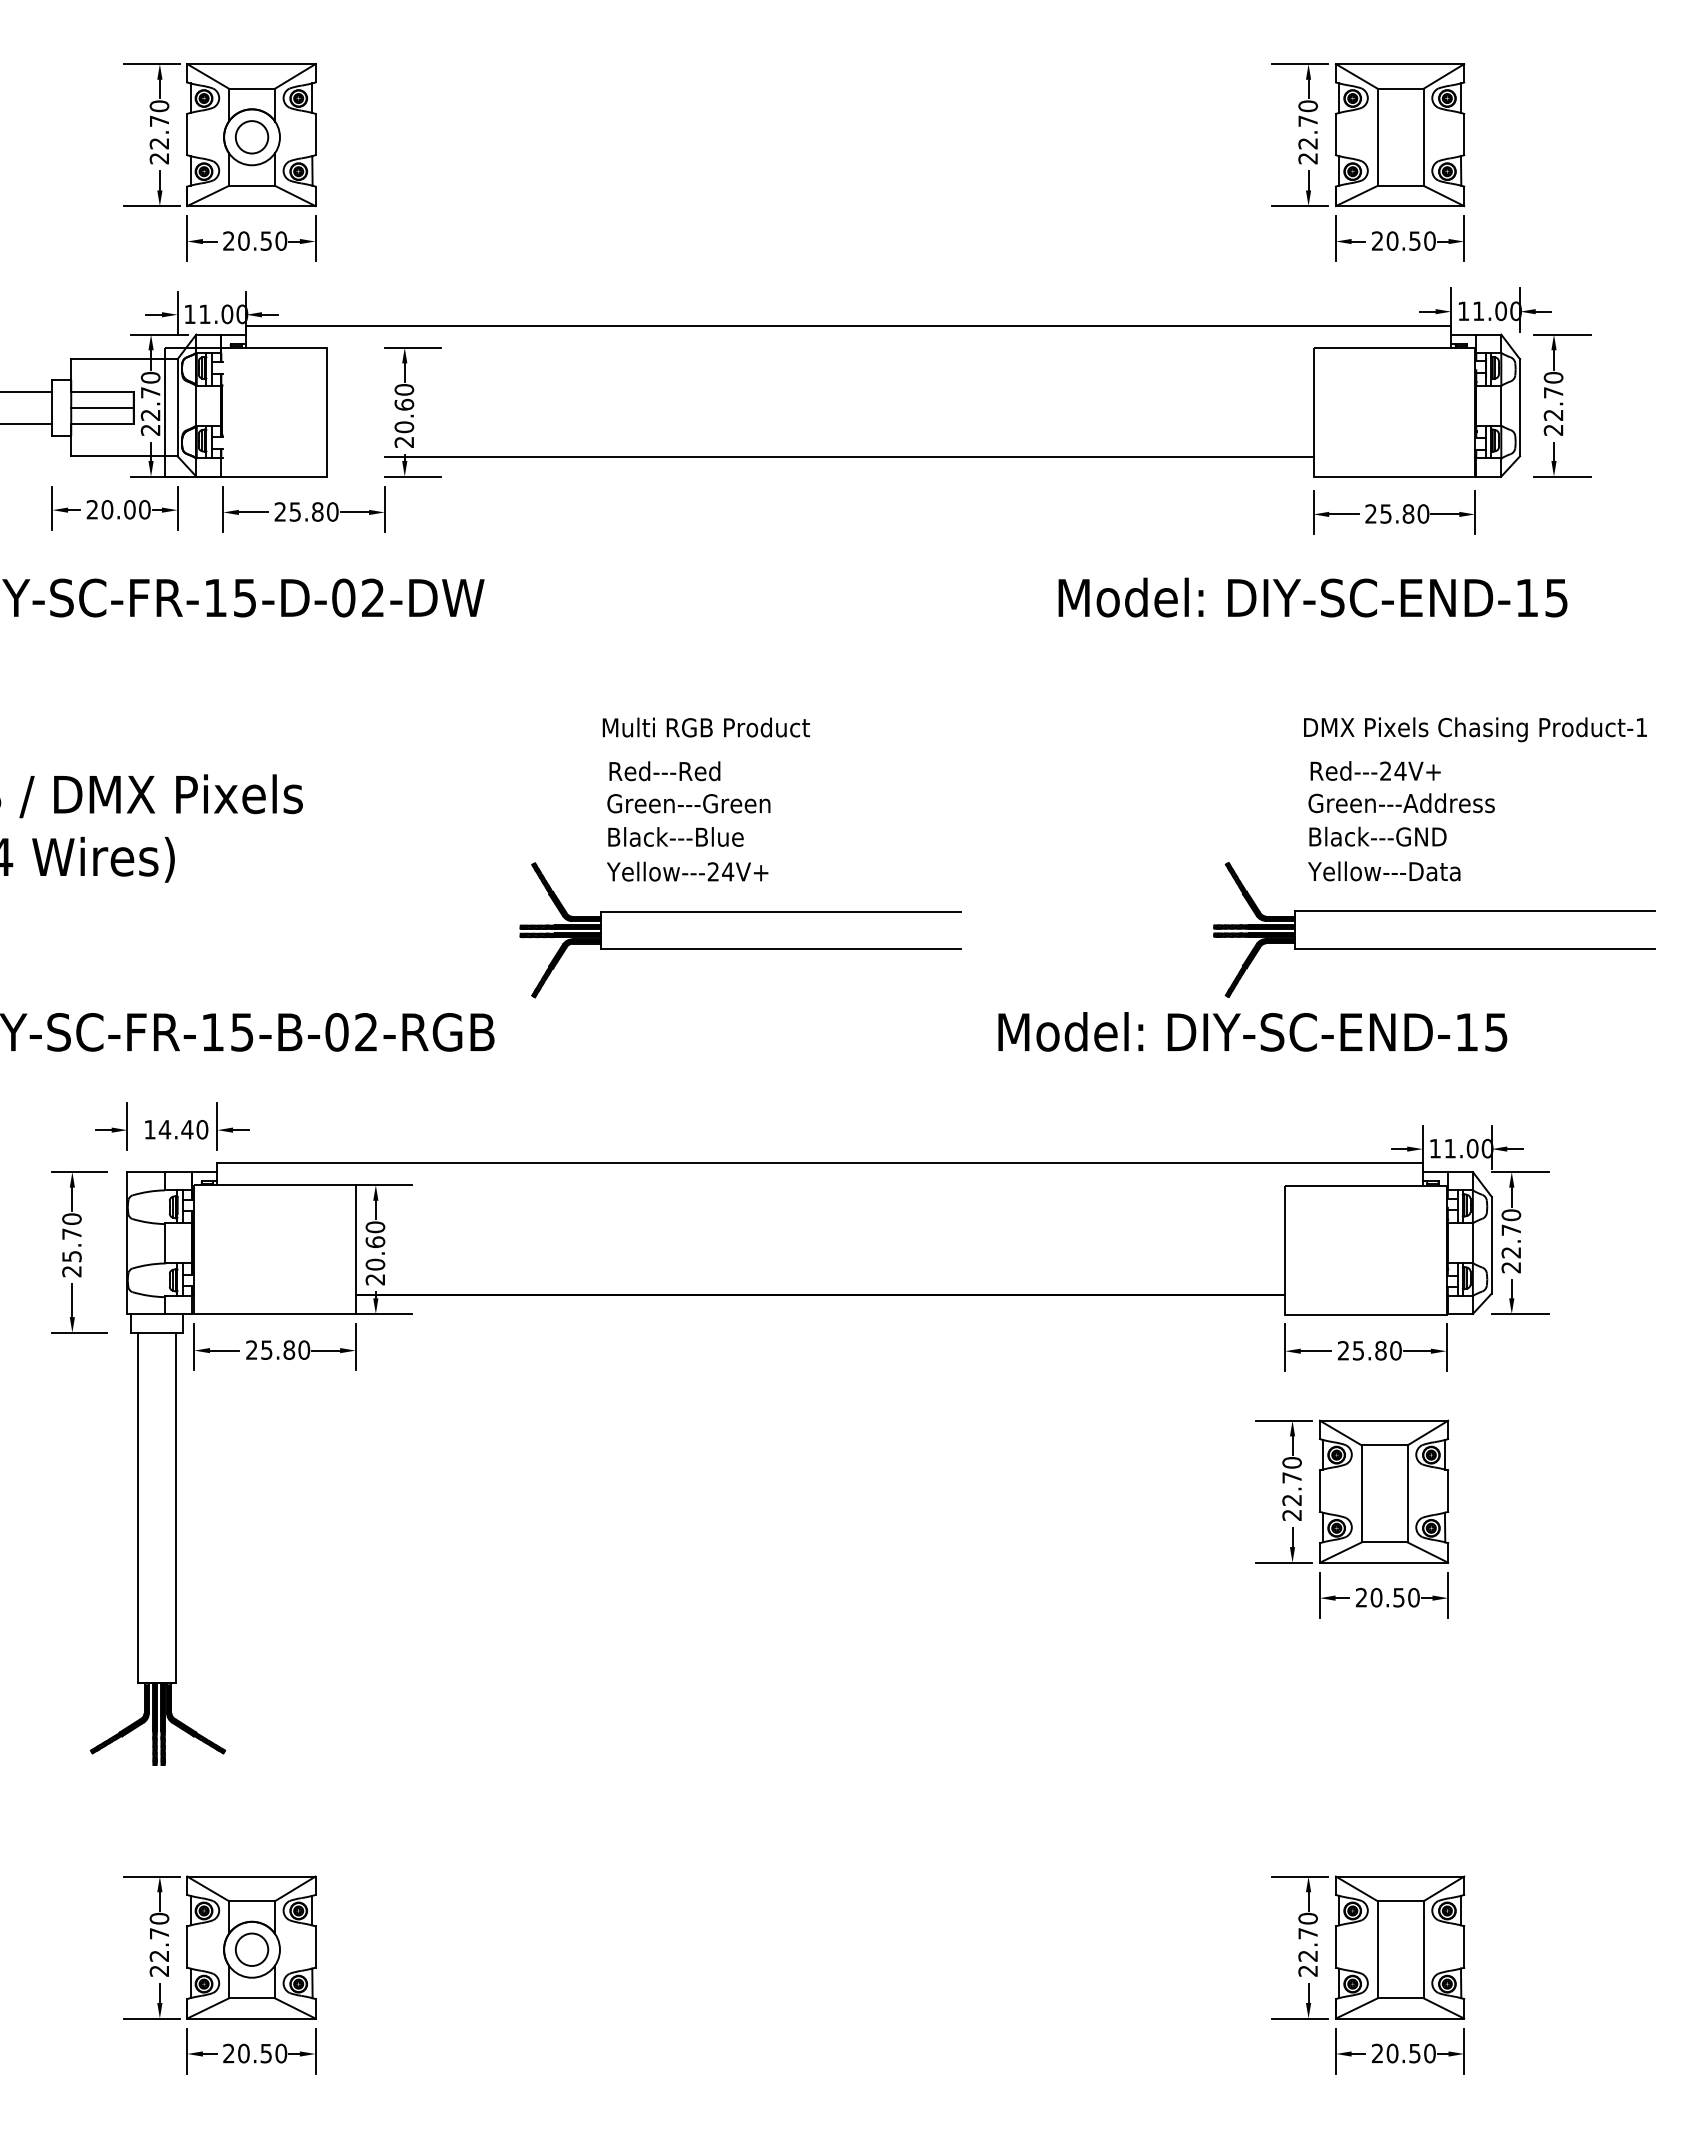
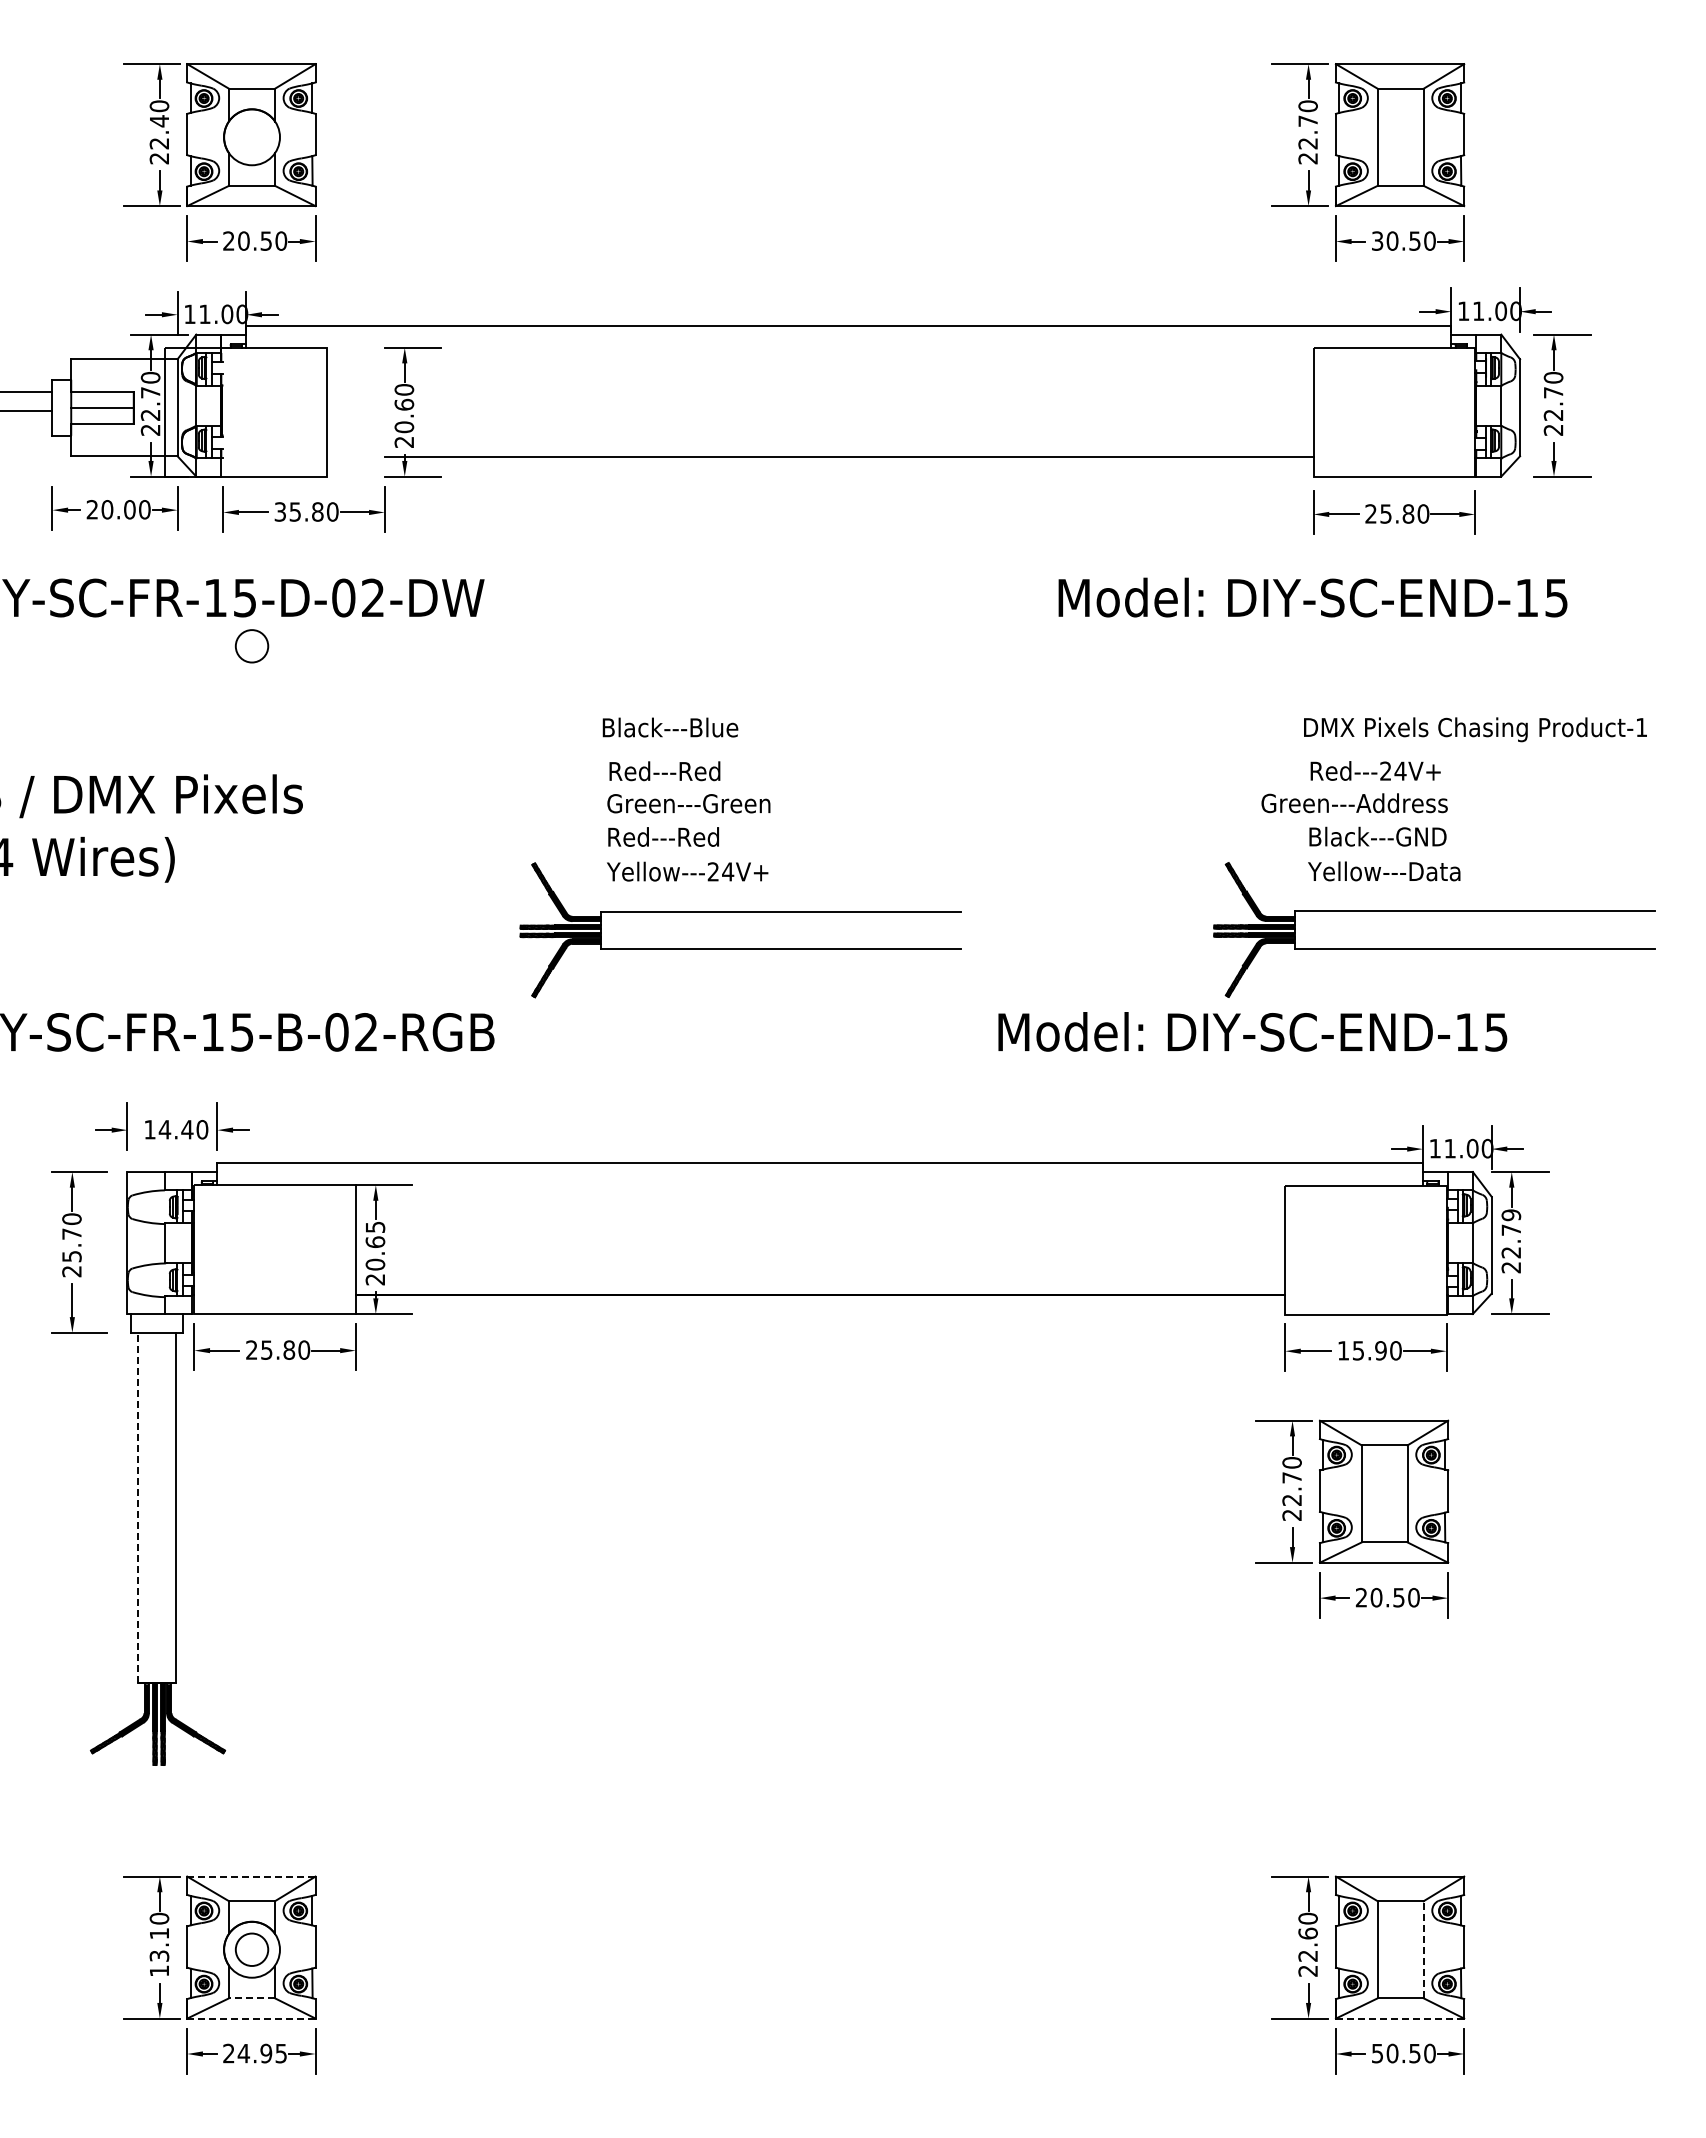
text at (159, 121): 22.70 -> 22.40
circle at (251, 137) position: (251, 137) -> (251, 646)
text at (1377, 240): 20.50 -> 30.50
line at (27, 424) position: (27, 424) -> (27, 411)
text at (279, 511): 25.80 -> 35.80
text at (707, 727): Multi RGB Product -> Black---Blue
text at (1401, 803) position: (1401, 803) -> (1354, 803)
text at (676, 836): Black---Blue -> Red---Red
text at (1511, 1215): 22.70 -> 22.79
text at (375, 1227): 20.60 -> 20.65
text at (1361, 1350): 25.80 -> 15.90
line at (138, 1507): solid -> dashed
line at (251, 1876): solid -> dashed
text at (1307, 1933): 22.70 -> 22.60
line at (1423, 1949): solid -> dashed
text at (159, 1952): 22.70 -> 13.10
line at (252, 1998): solid -> dashed
line at (251, 2018): solid -> dashed
line at (1400, 2018): solid -> dashed
text at (262, 2053): 20.50 -> 24.95
text at (1377, 2053): 20.50 -> 50.50
